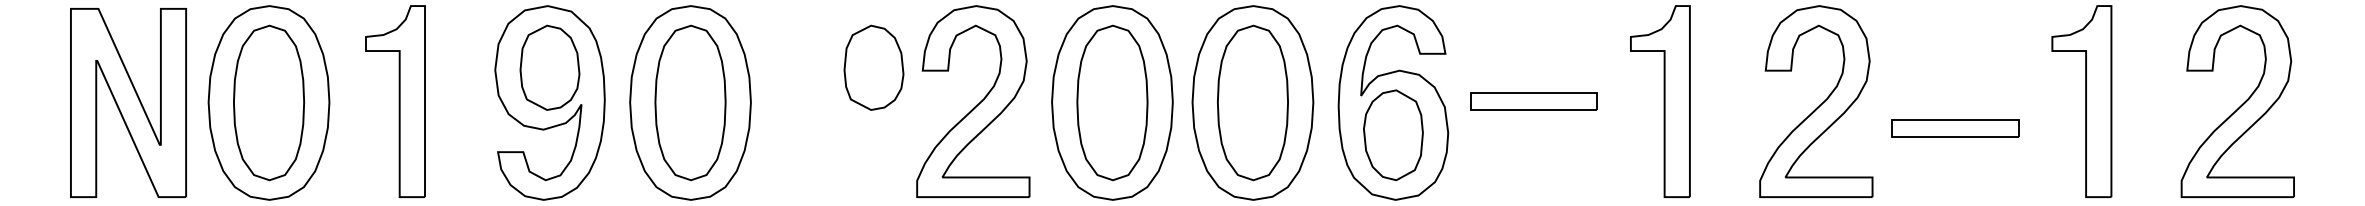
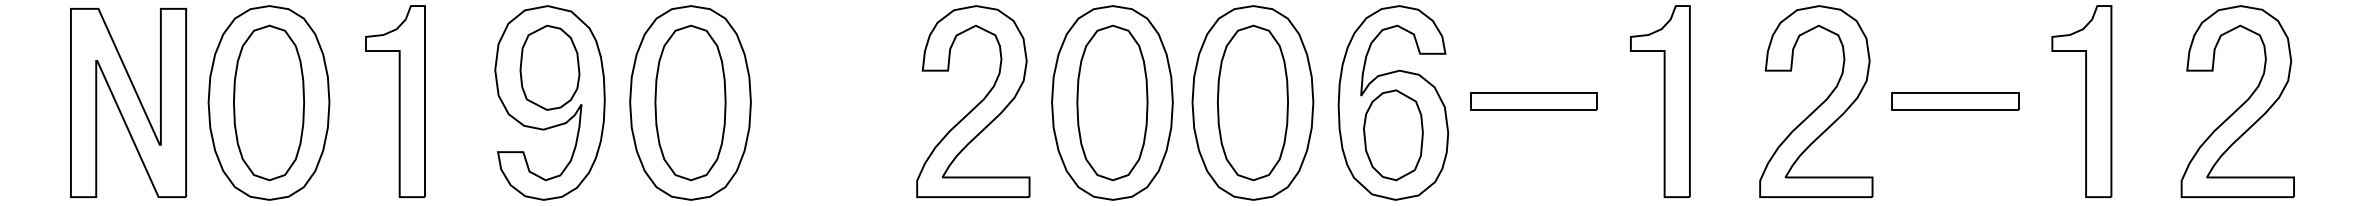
part at (873, 67): present -> none
part at (1955, 128) position: (1955, 128) -> (1955, 101)
